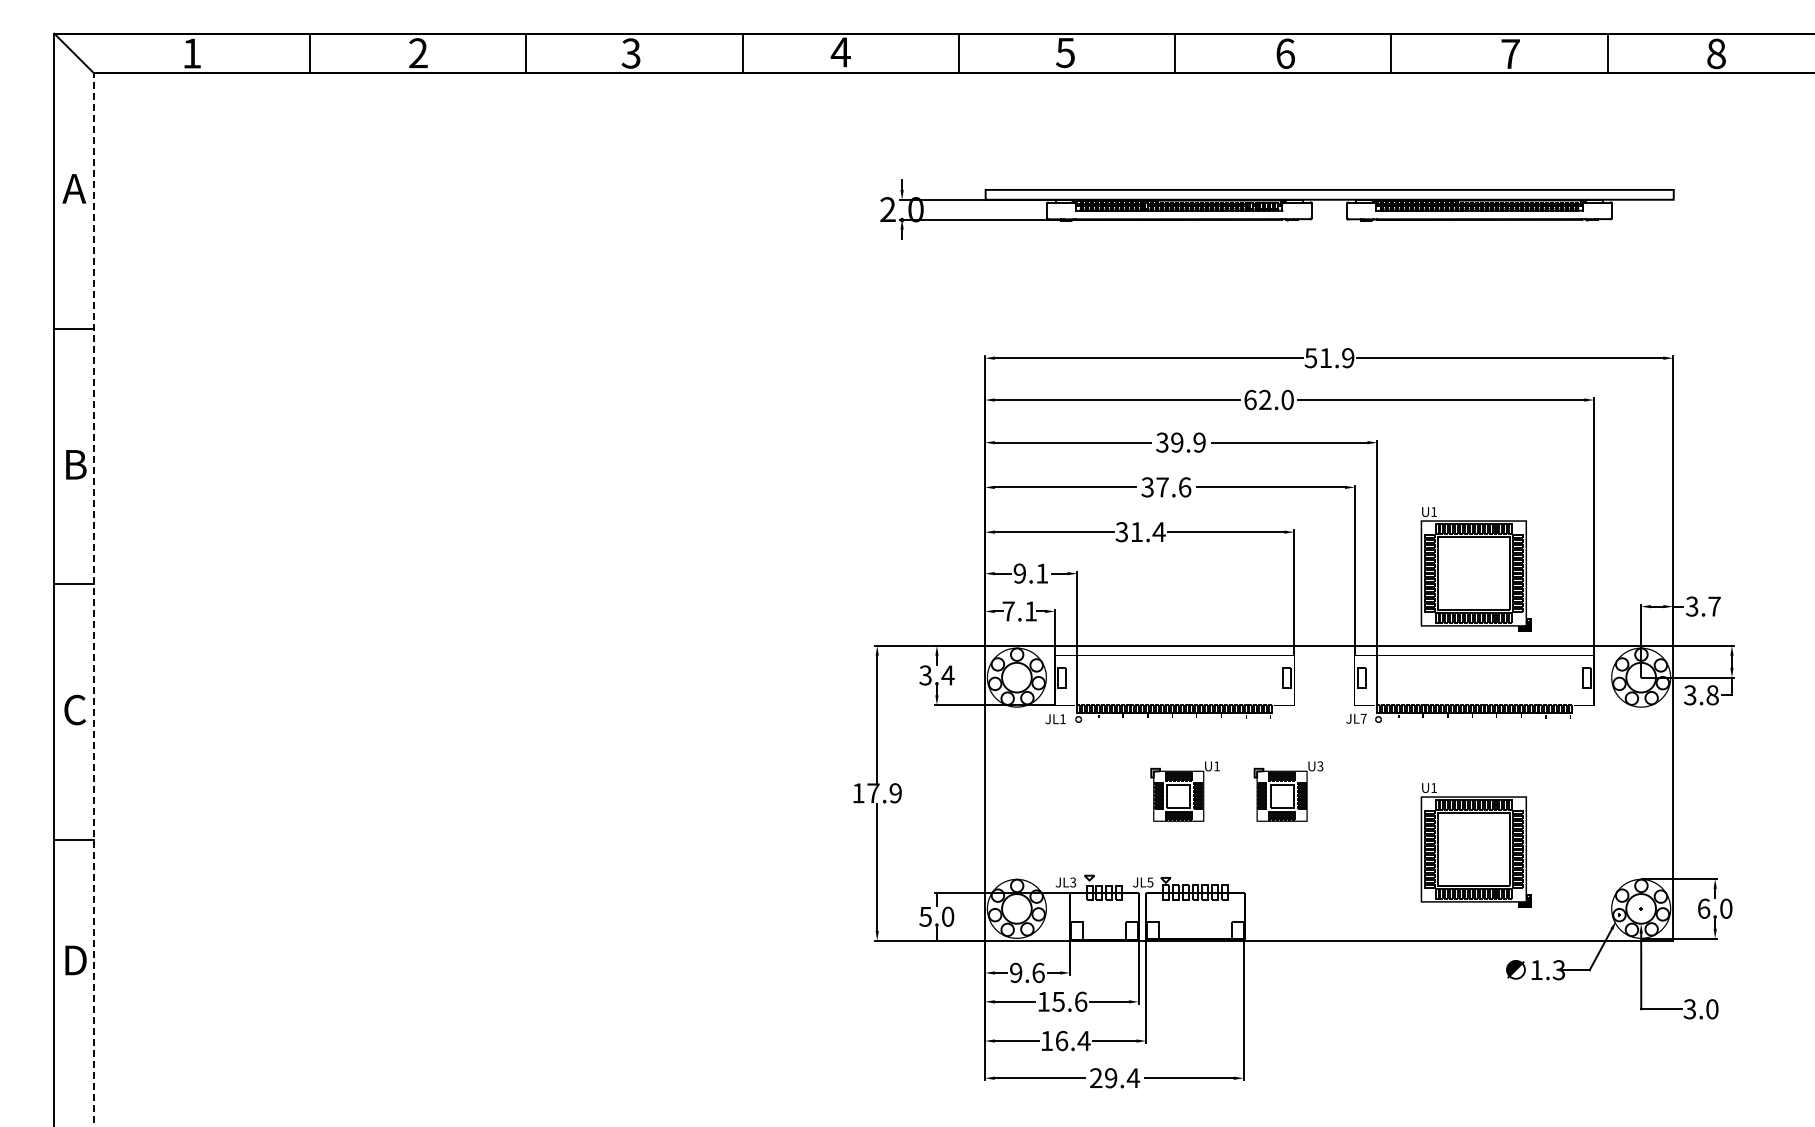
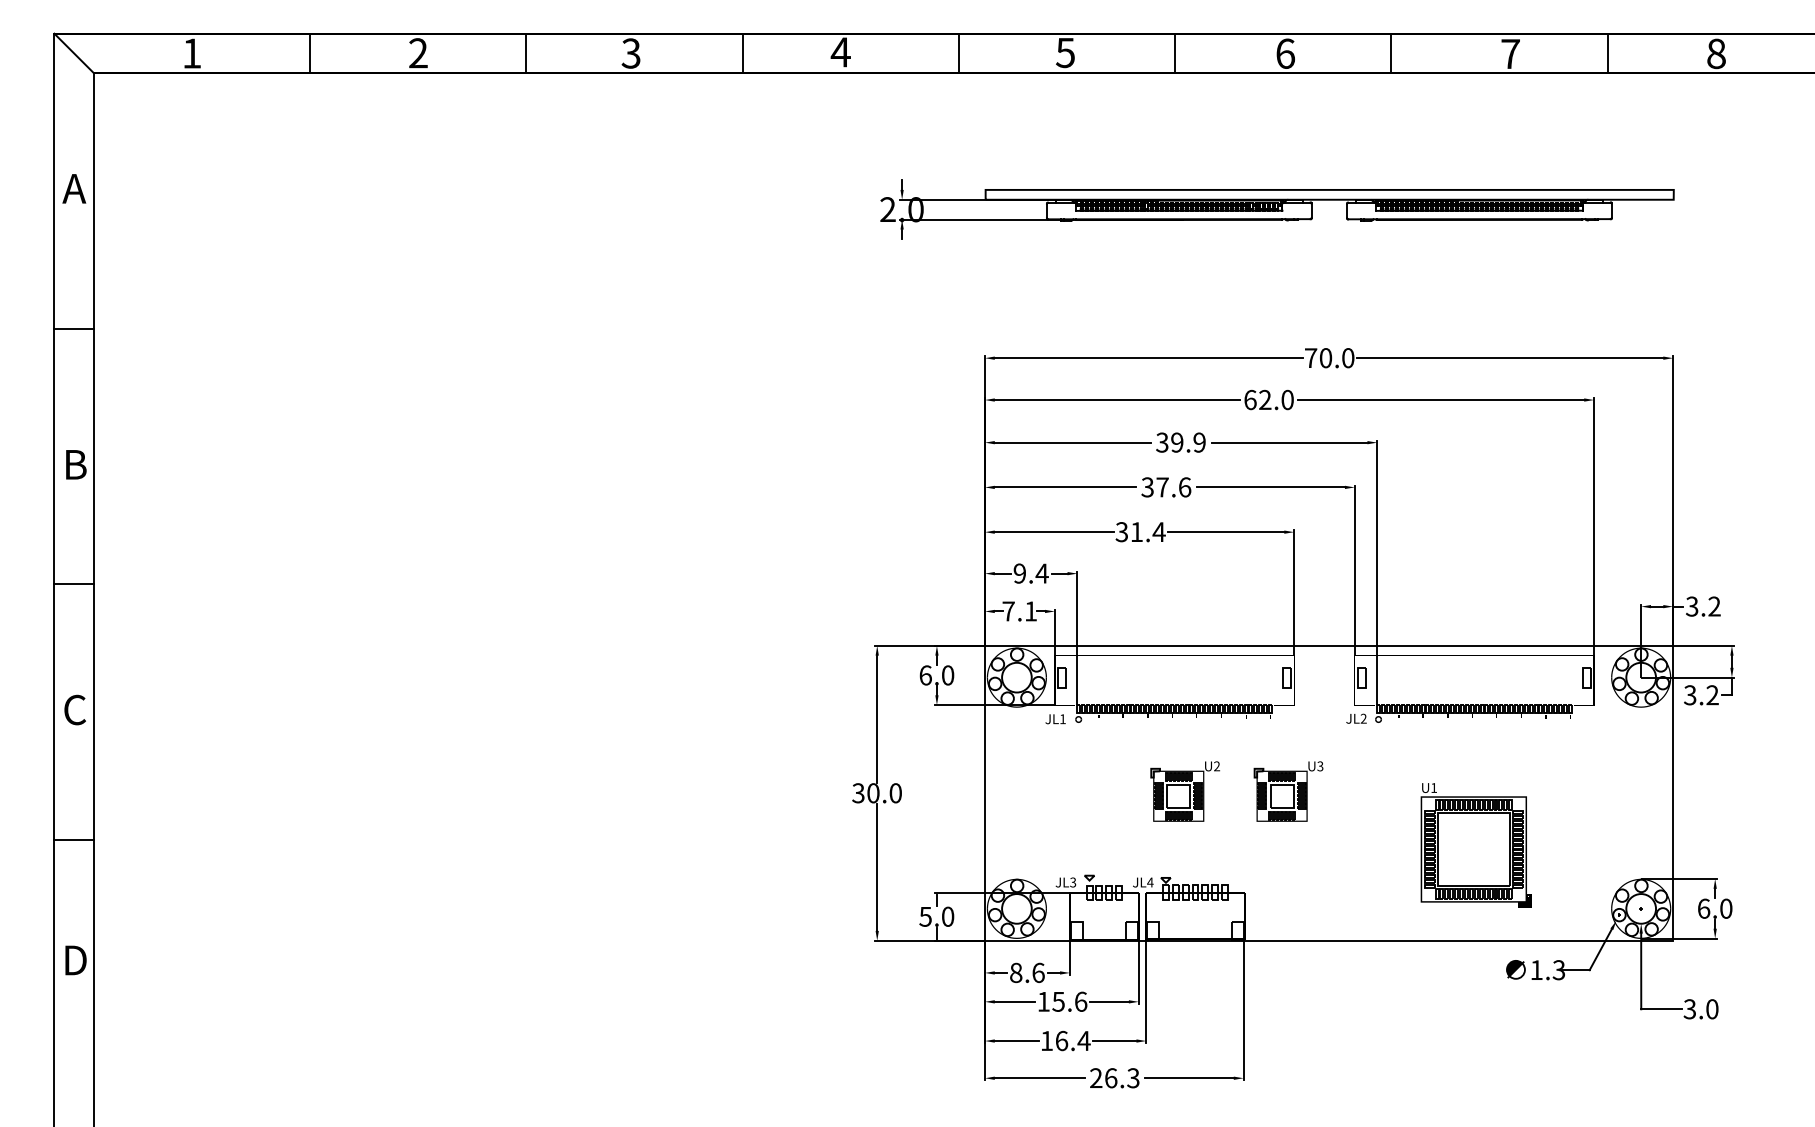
text at (1329, 358): 51.9 -> 70.0
part at (1475, 569): present -> none
text at (1041, 573): 9.1 -> 9.4
line at (93, 599): dashed -> solid
text at (1714, 606): 3.7 -> 3.2
text at (936, 675): 3.4 -> 6.0
text at (1712, 695): 3.8 -> 3.2
text at (1363, 718): JL7 -> JL2
text at (1217, 766): U1 -> U2
text at (876, 793): 17.9 -> 30.0
text at (1150, 882): JL5 -> JL4
text at (1016, 972): 9.6 -> 8.6
text at (1122, 1078): 29.4 -> 26.3
